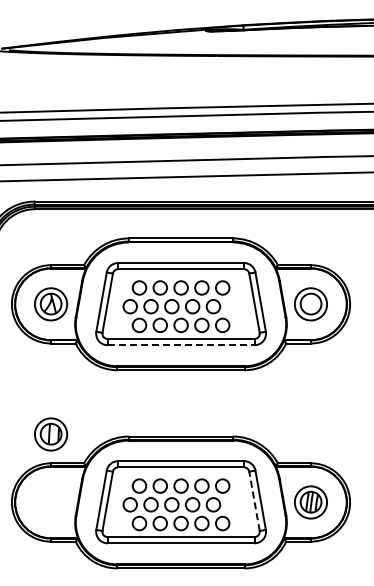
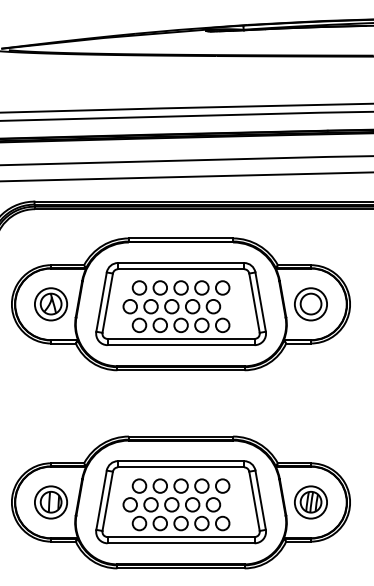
line at (181, 345): dashed -> solid
part at (51, 434) position: (51, 434) -> (51, 502)
line at (254, 500): dashed -> solid
